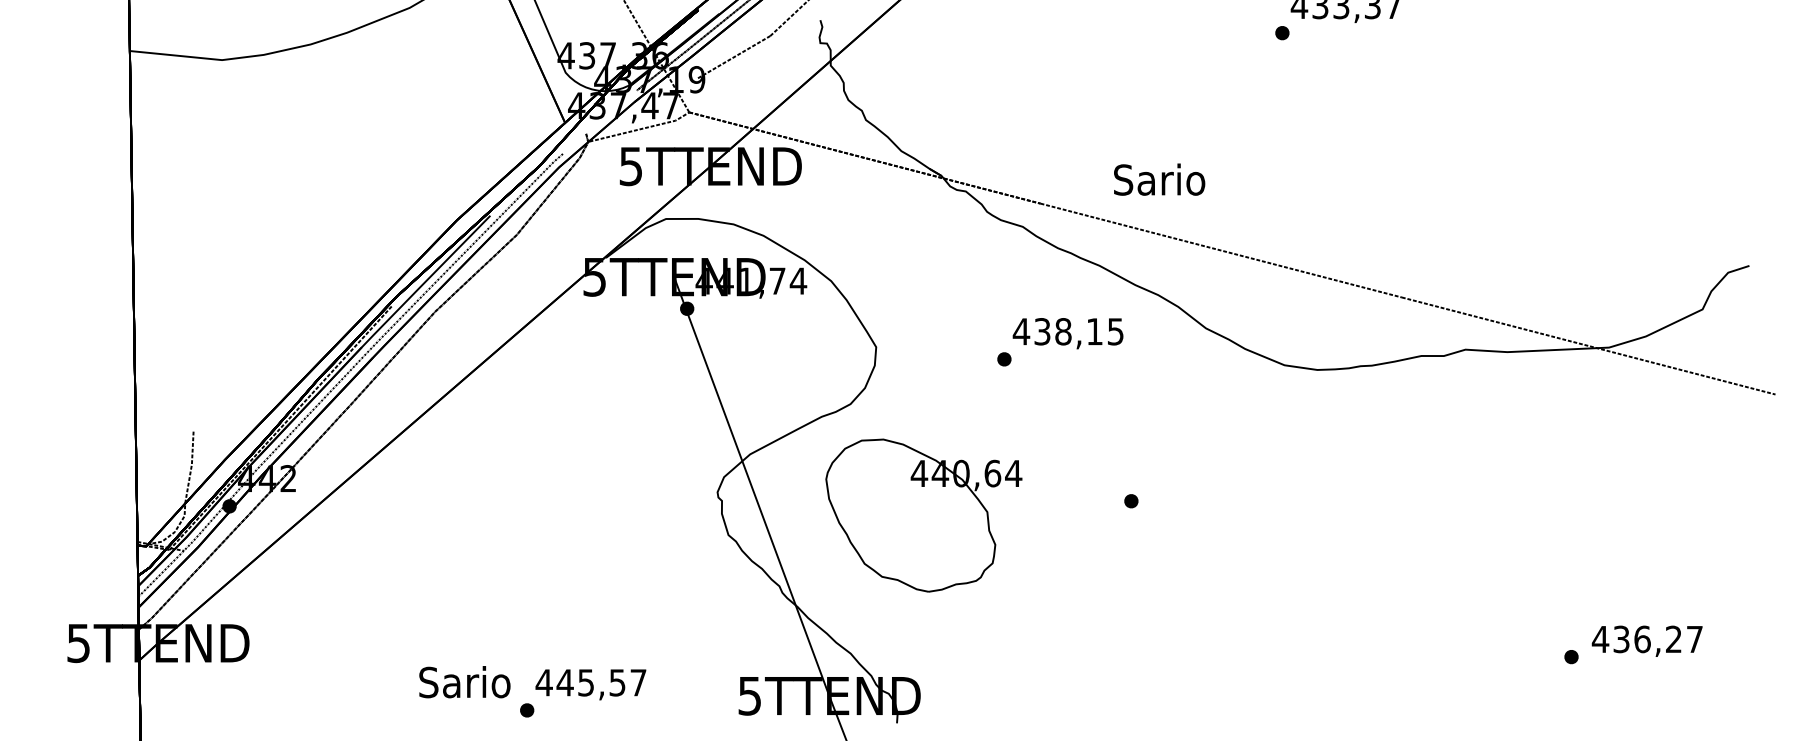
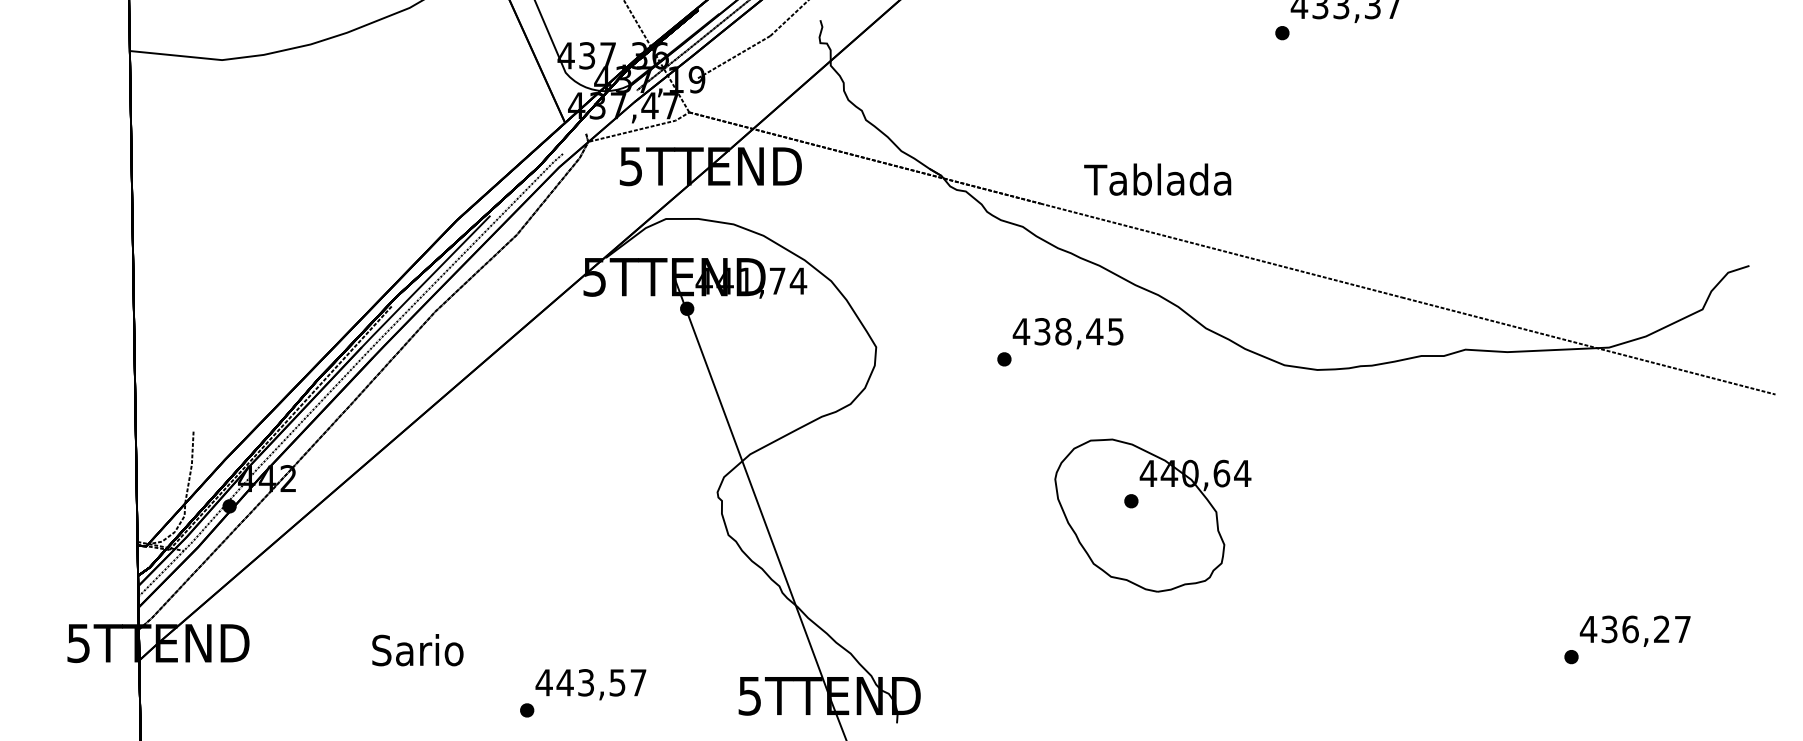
text at (1157, 179): Sario -> Tablada
text at (1094, 331): 438,15 -> 438,45
part at (923, 515) position: (923, 515) -> (1152, 515)
text at (1646, 640) position: (1646, 640) -> (1634, 630)
text at (464, 682) position: (464, 682) -> (417, 650)
text at (586, 682): 445,57 -> 443,57
